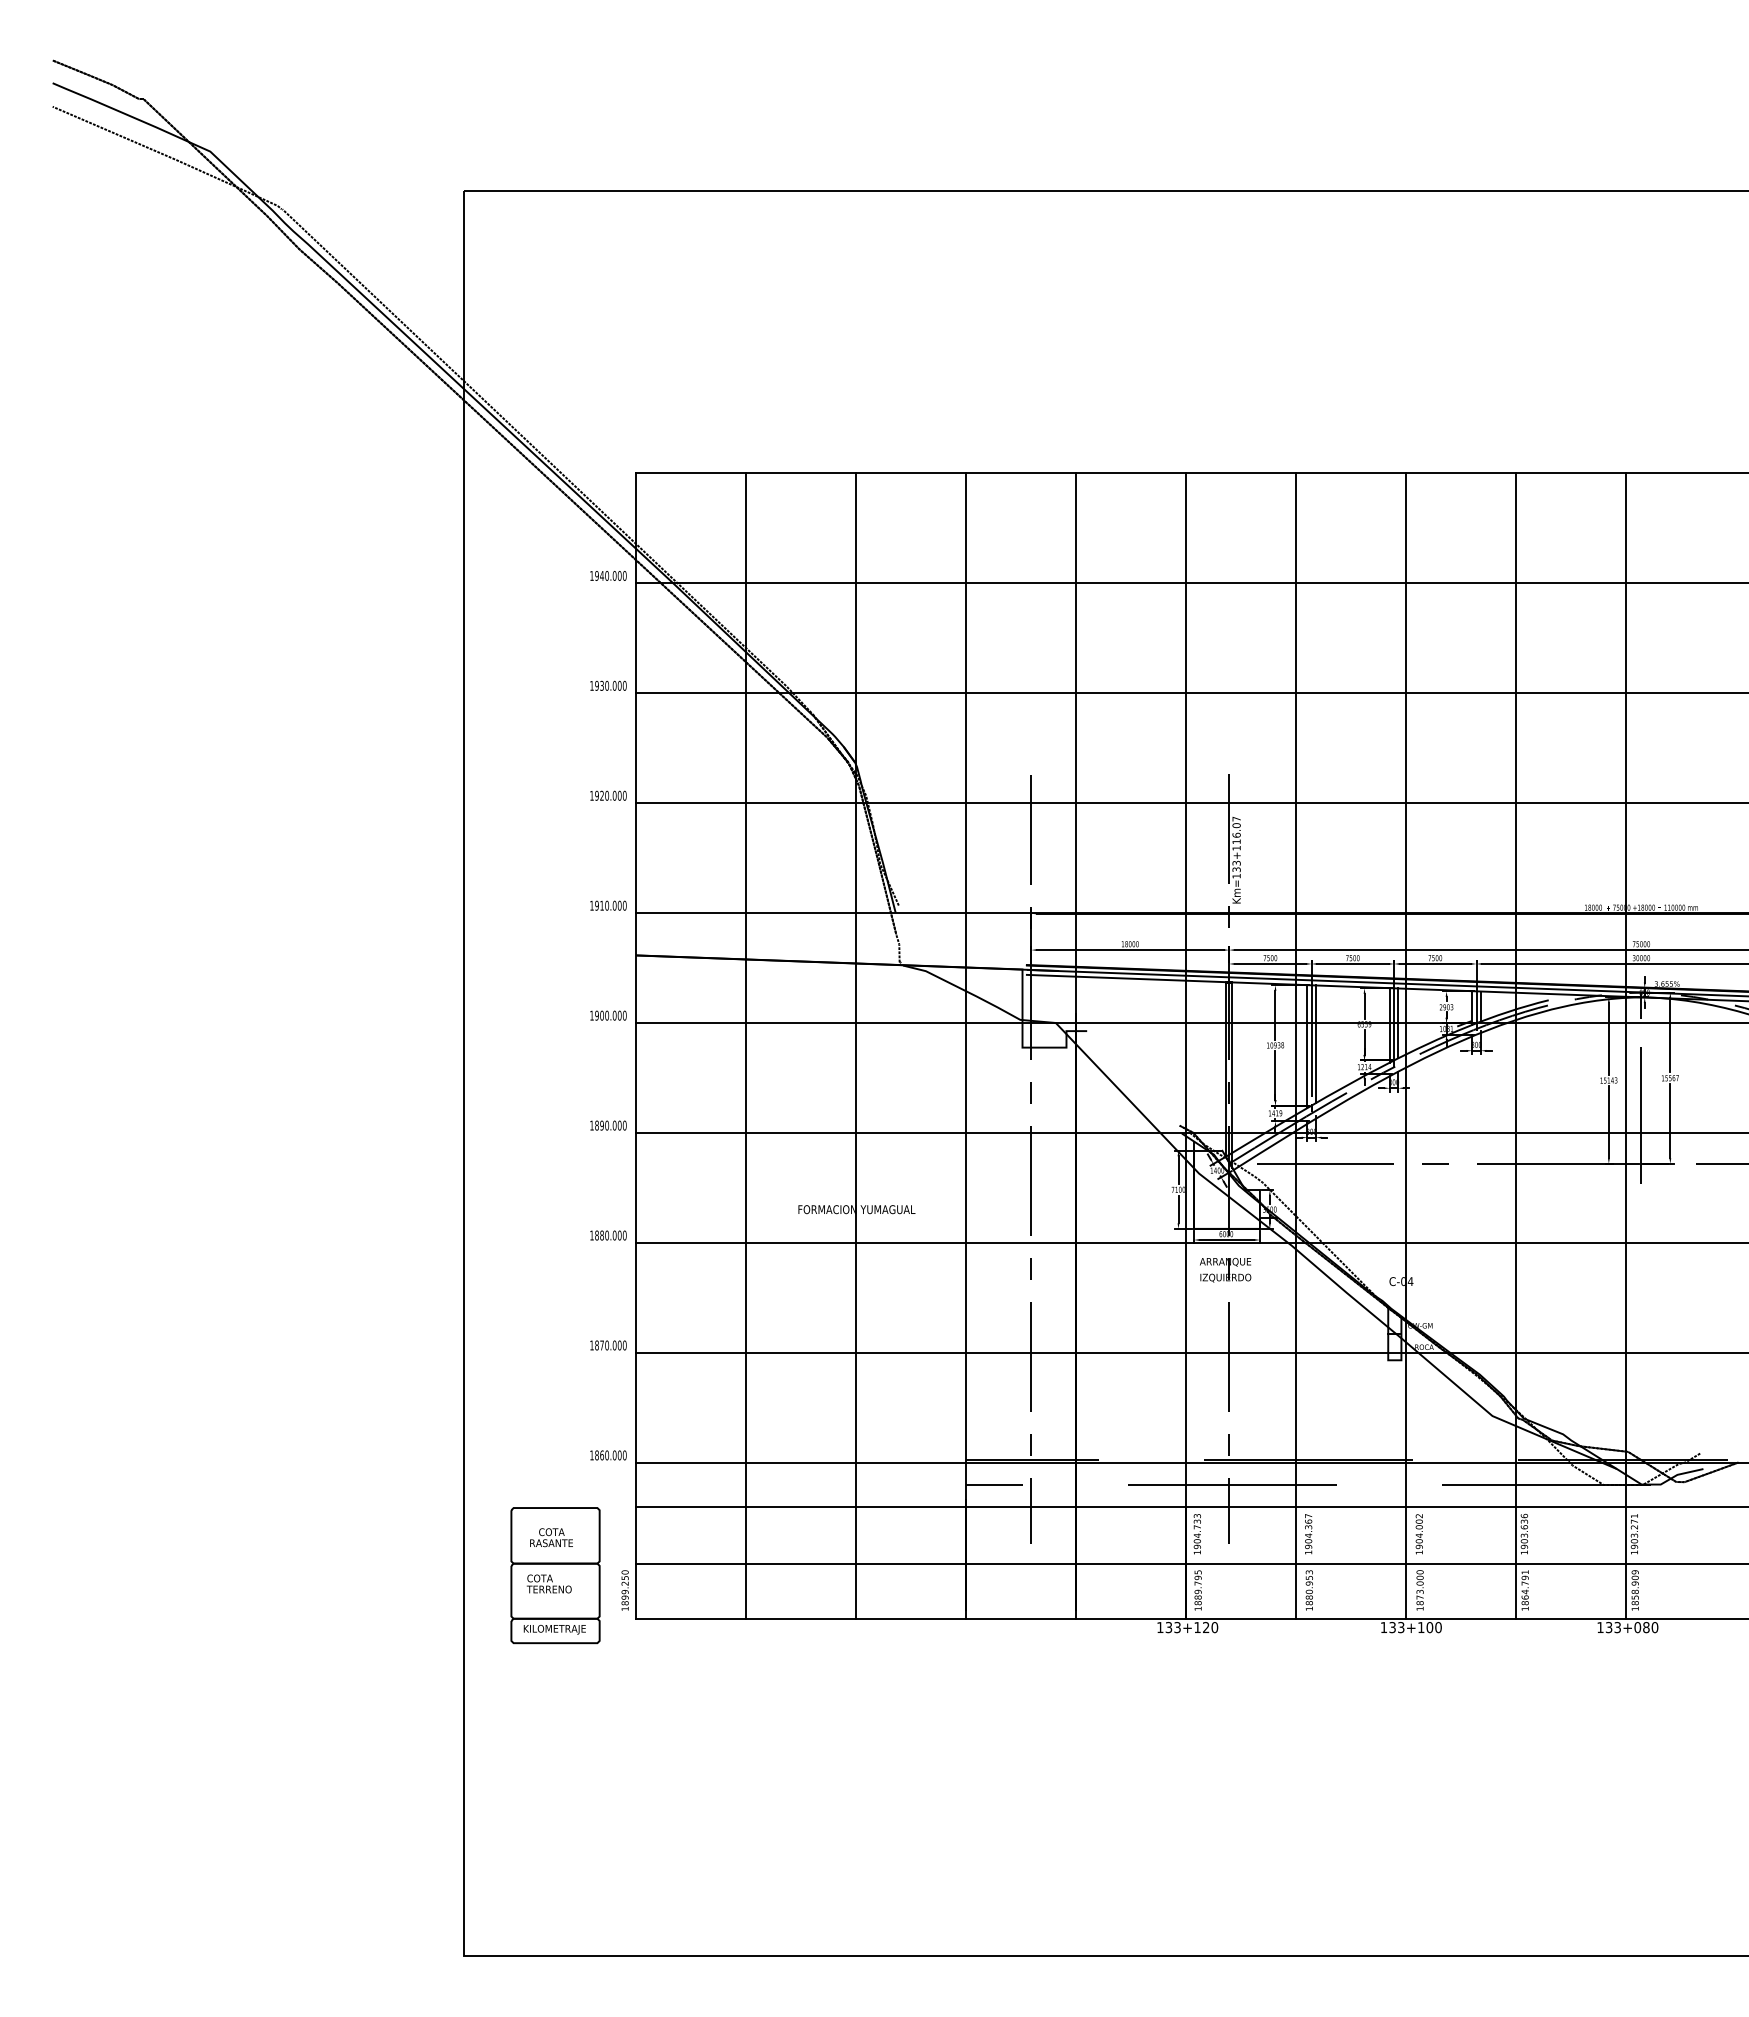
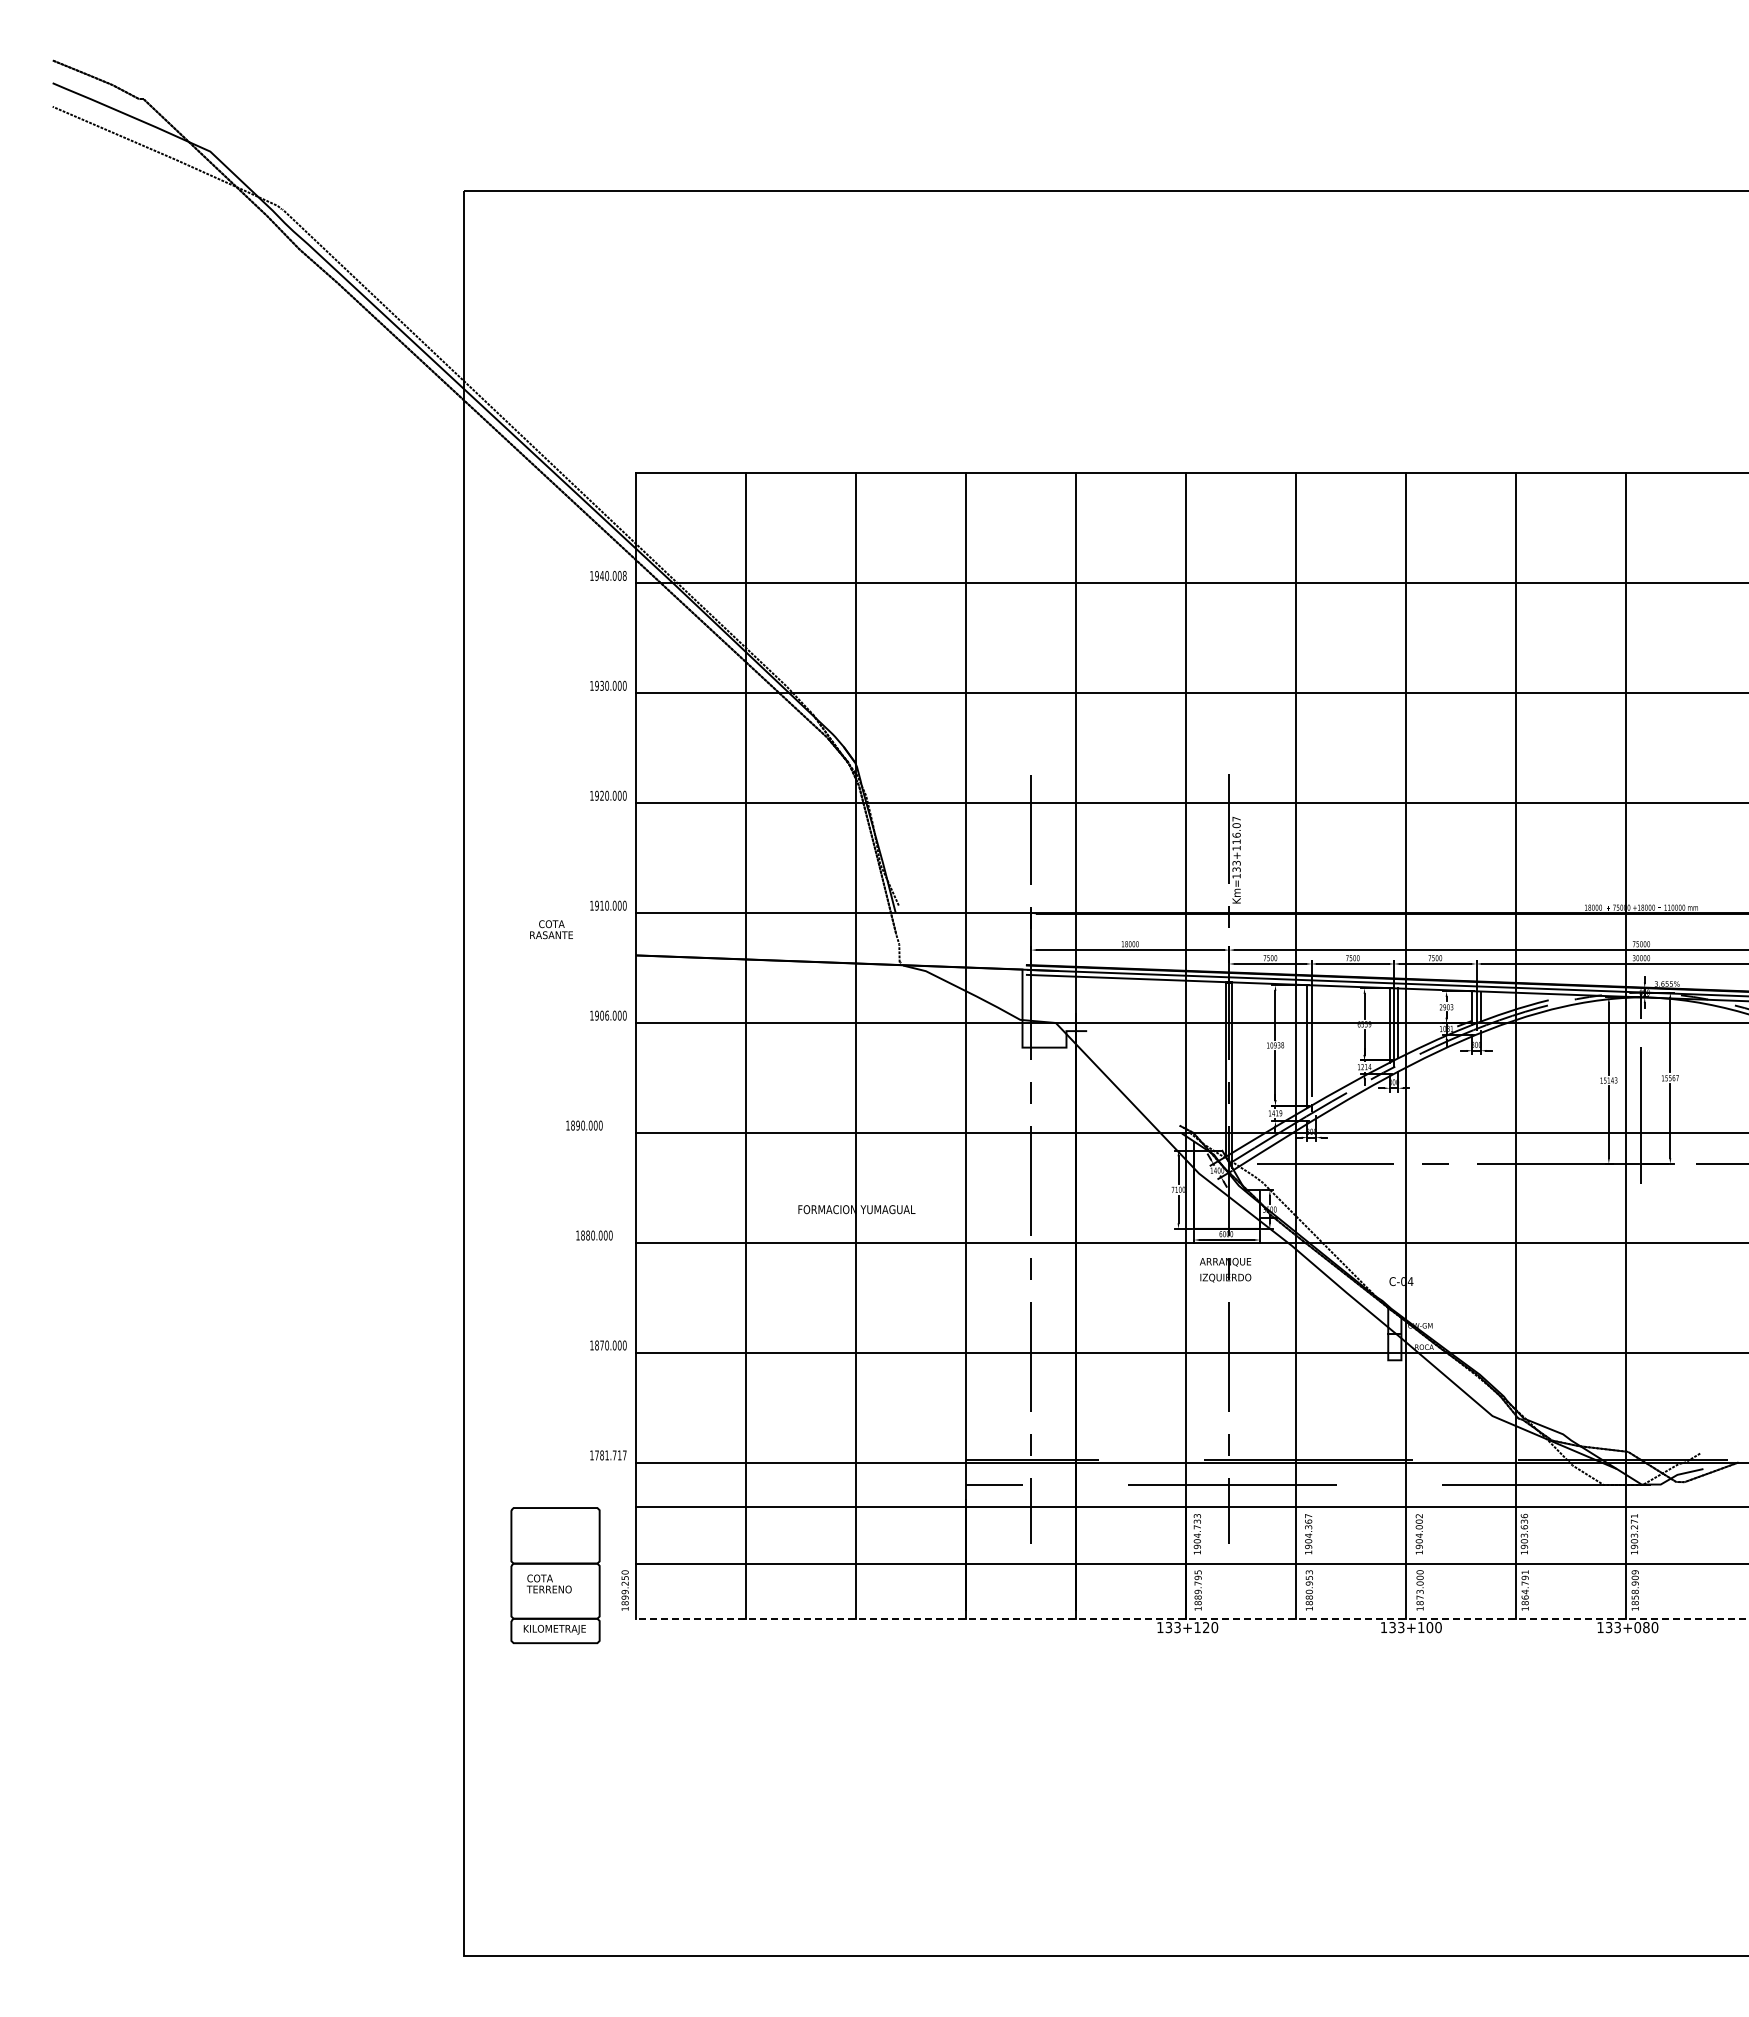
text at (624, 575): 1940.000 -> 1940.008
text at (607, 1014): 1900.000 -> 1906.000
line at (1316, 1044): present -> none
text at (608, 1125) position: (608, 1125) -> (584, 1125)
text at (608, 1235) position: (608, 1235) -> (594, 1235)
text at (610, 1455): 1860.000 -> 1781.717
text at (551, 1537) position: (551, 1537) -> (551, 929)
line at (1192, 1618): solid -> dashed
